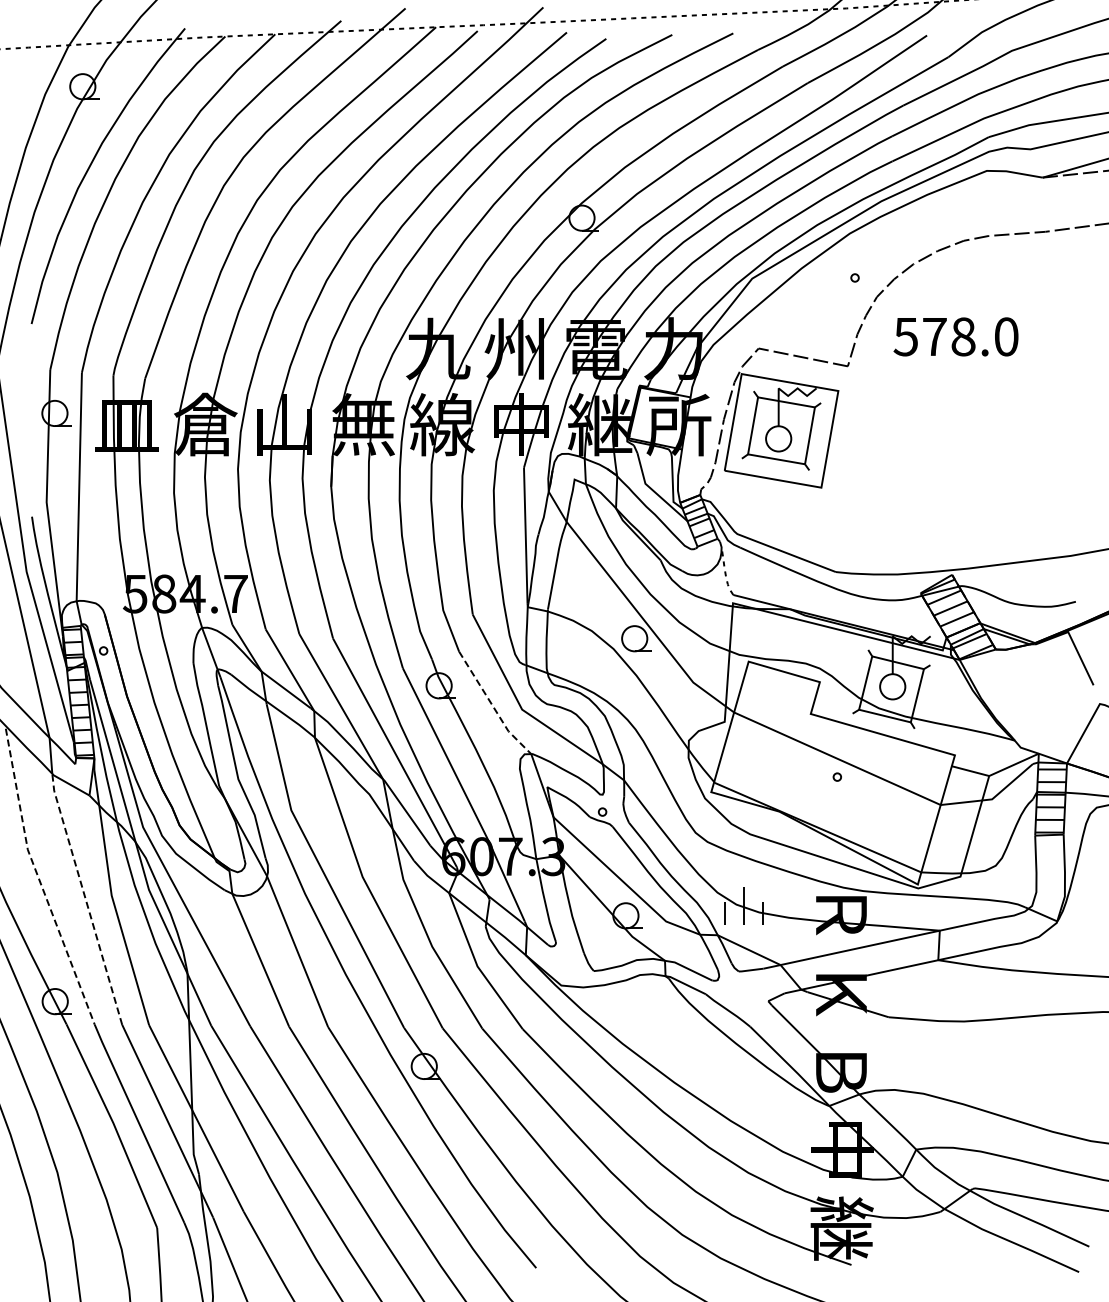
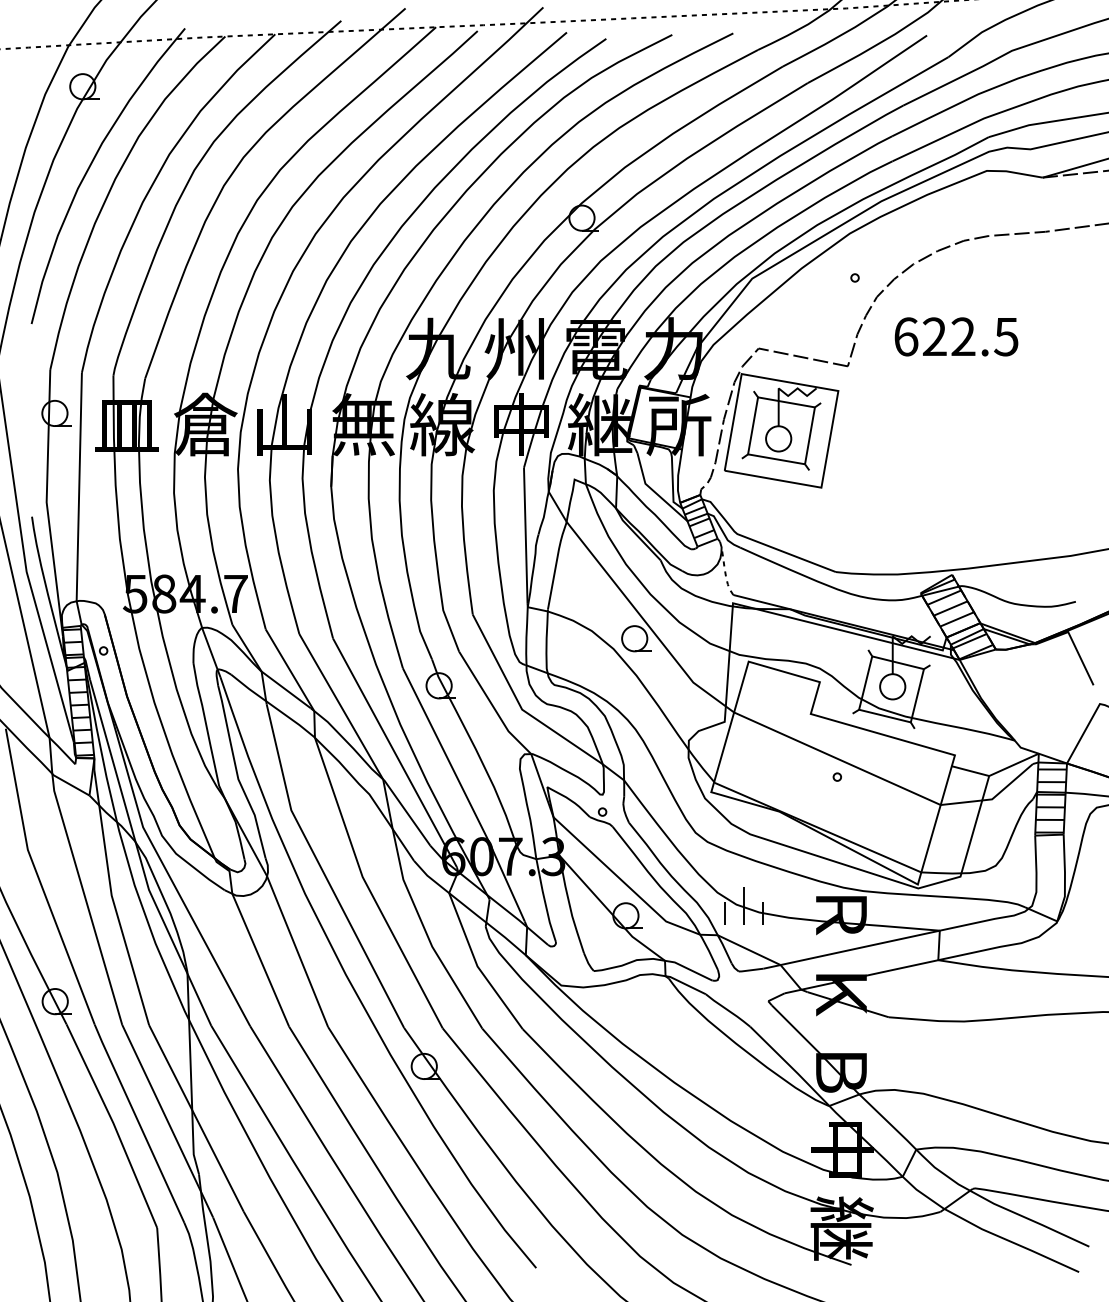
text at (955, 336): 578.0 -> 622.5
line at (492, 705): dashed -> solid
line at (39, 879): dashed -> solid
line at (85, 898): dashed -> solid
